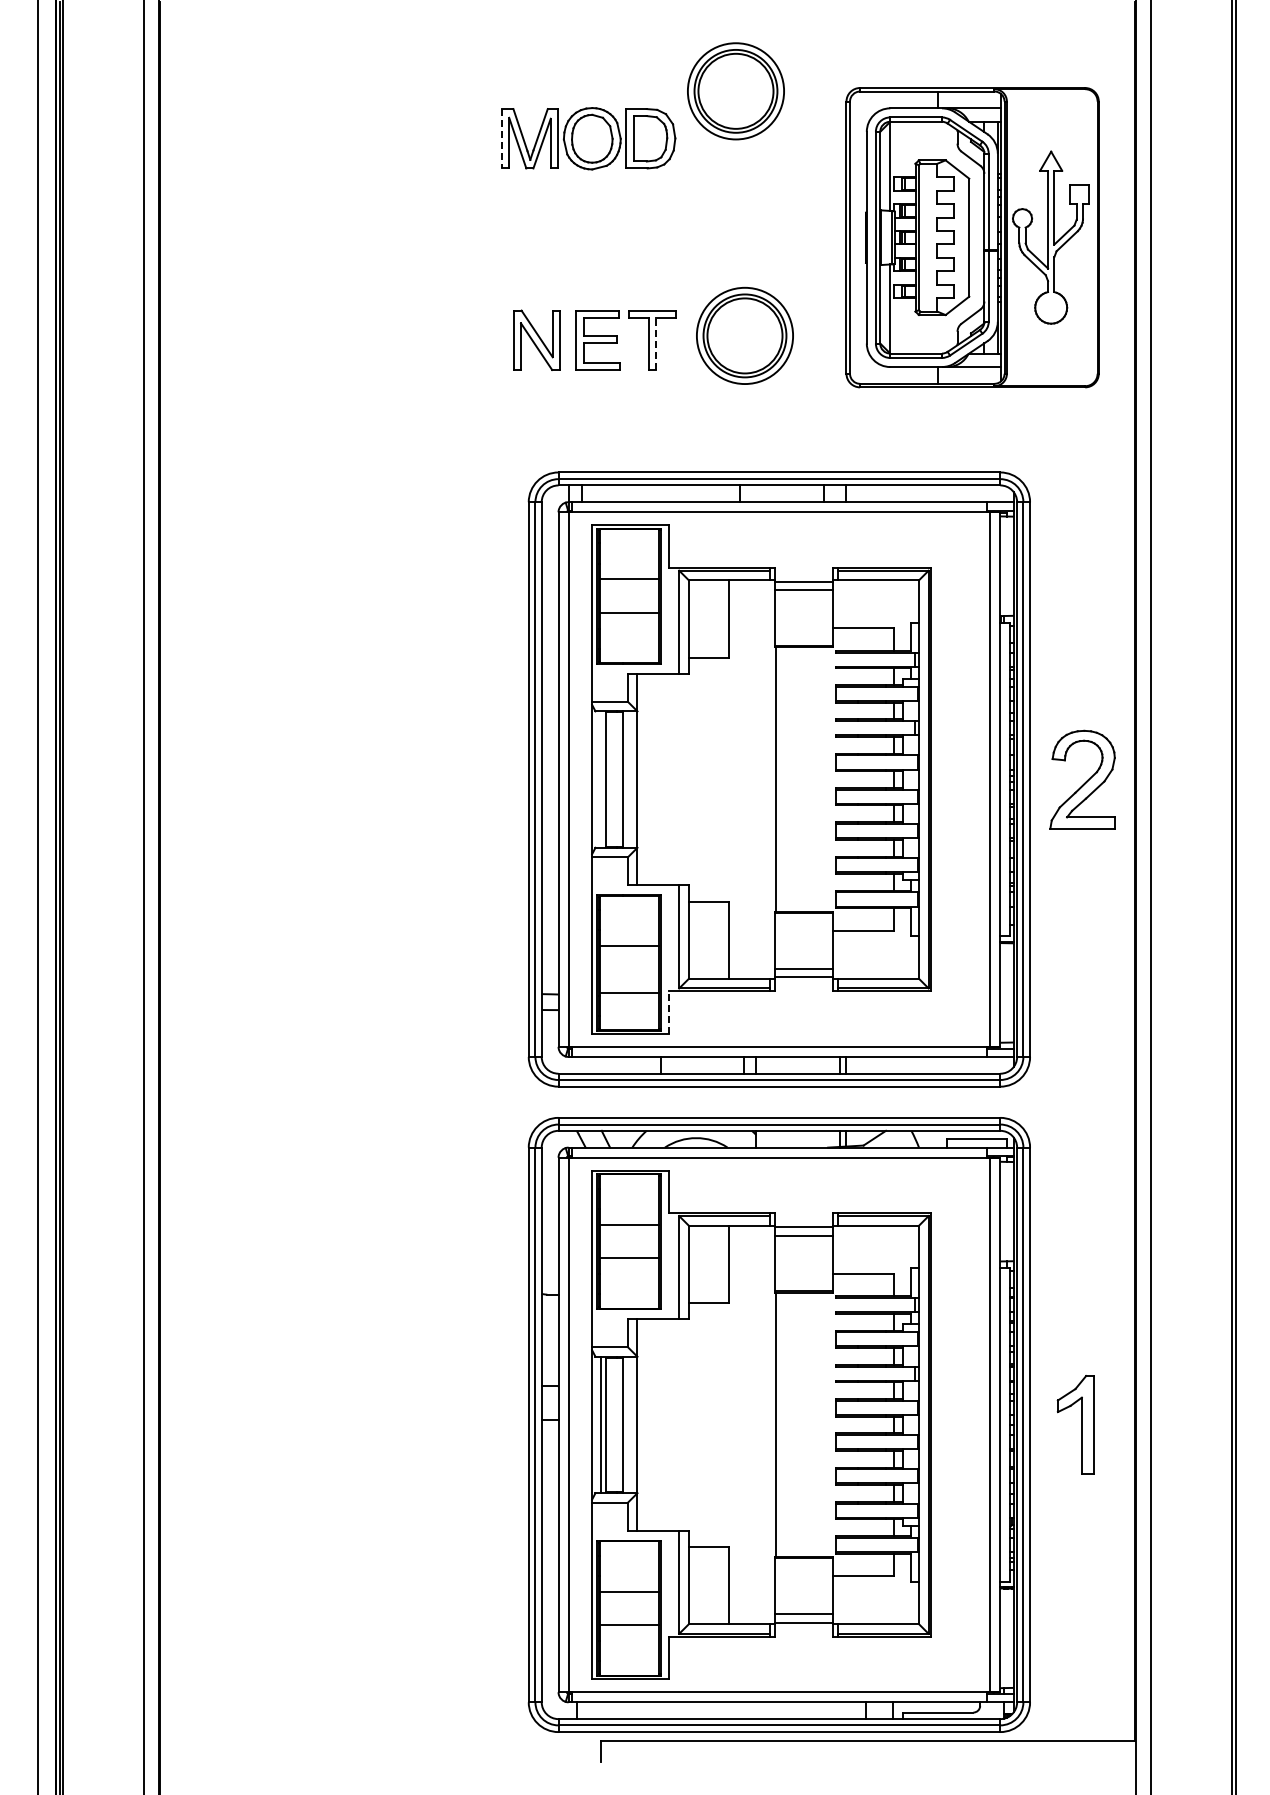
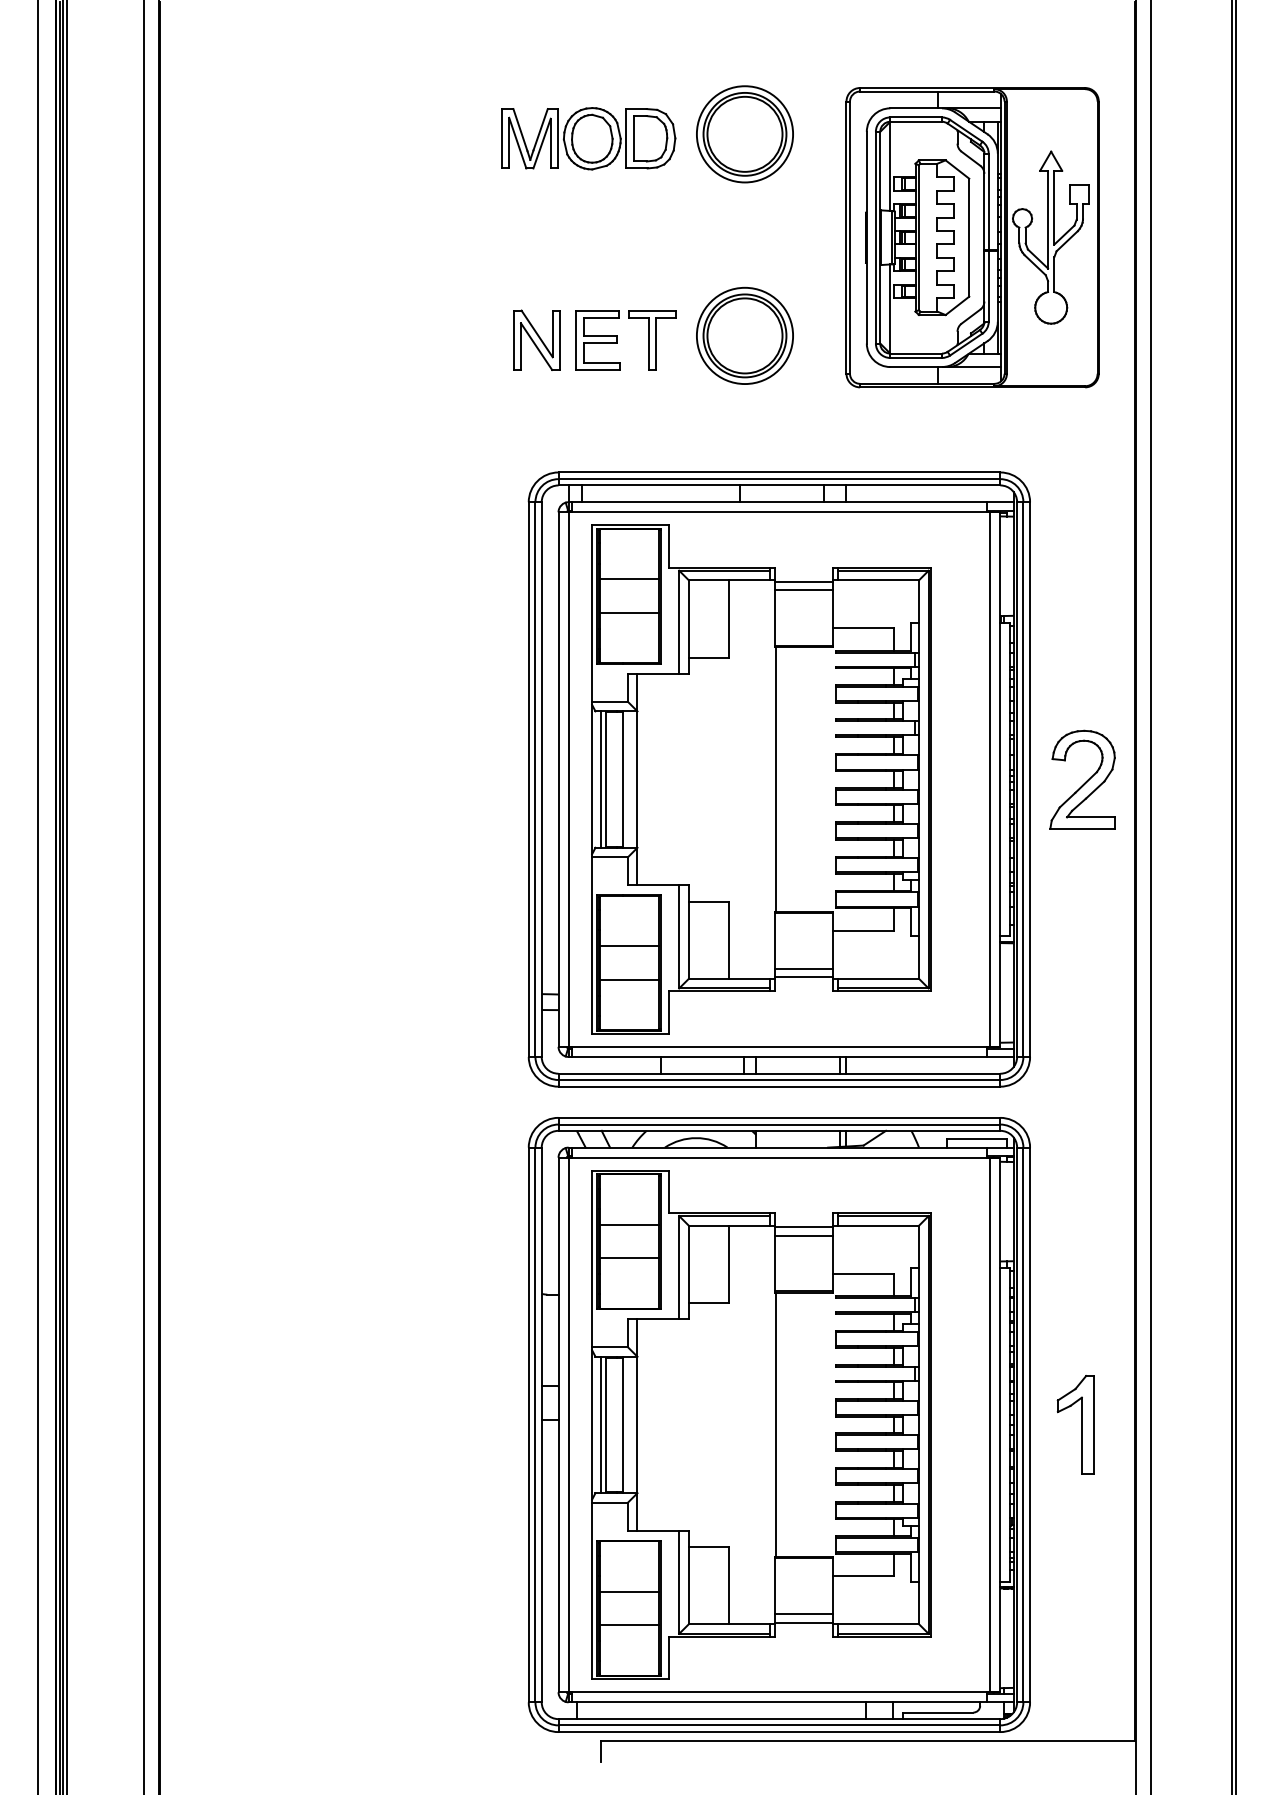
part at (735, 91) position: (735, 91) -> (744, 134)
line at (501, 138): dashed -> solid
line at (656, 343): dashed -> solid
line at (600, 779): none -> present
line at (66, 896): none -> present
line at (628, 992) position: (628, 992) -> (628, 979)
line at (669, 1012): dashed -> solid
